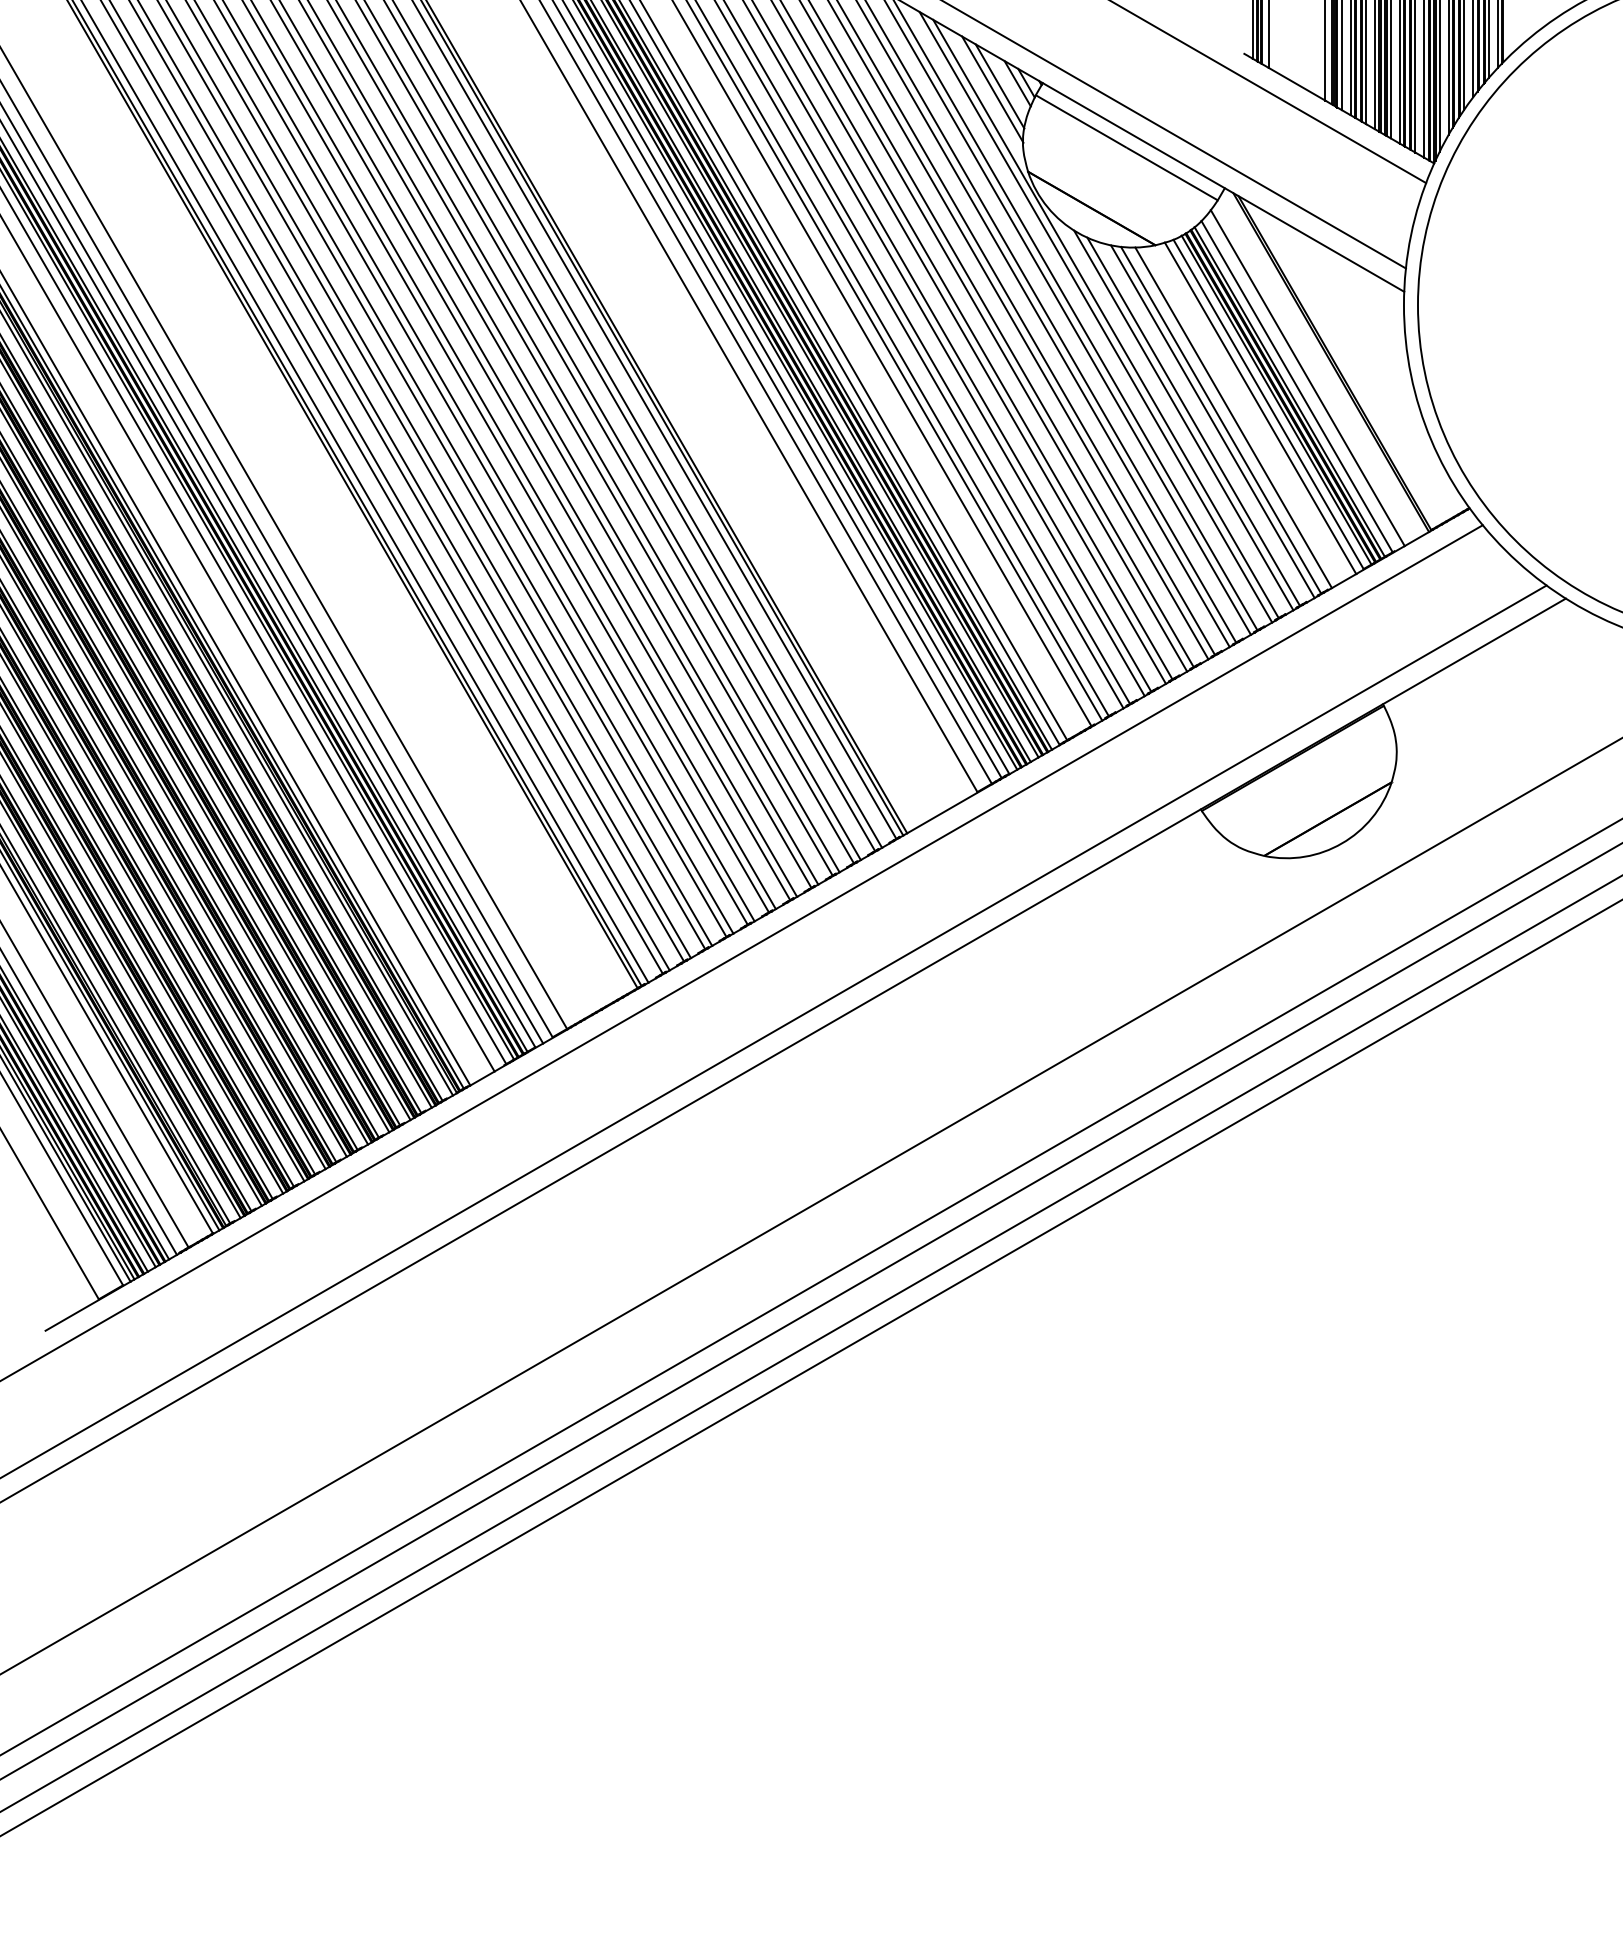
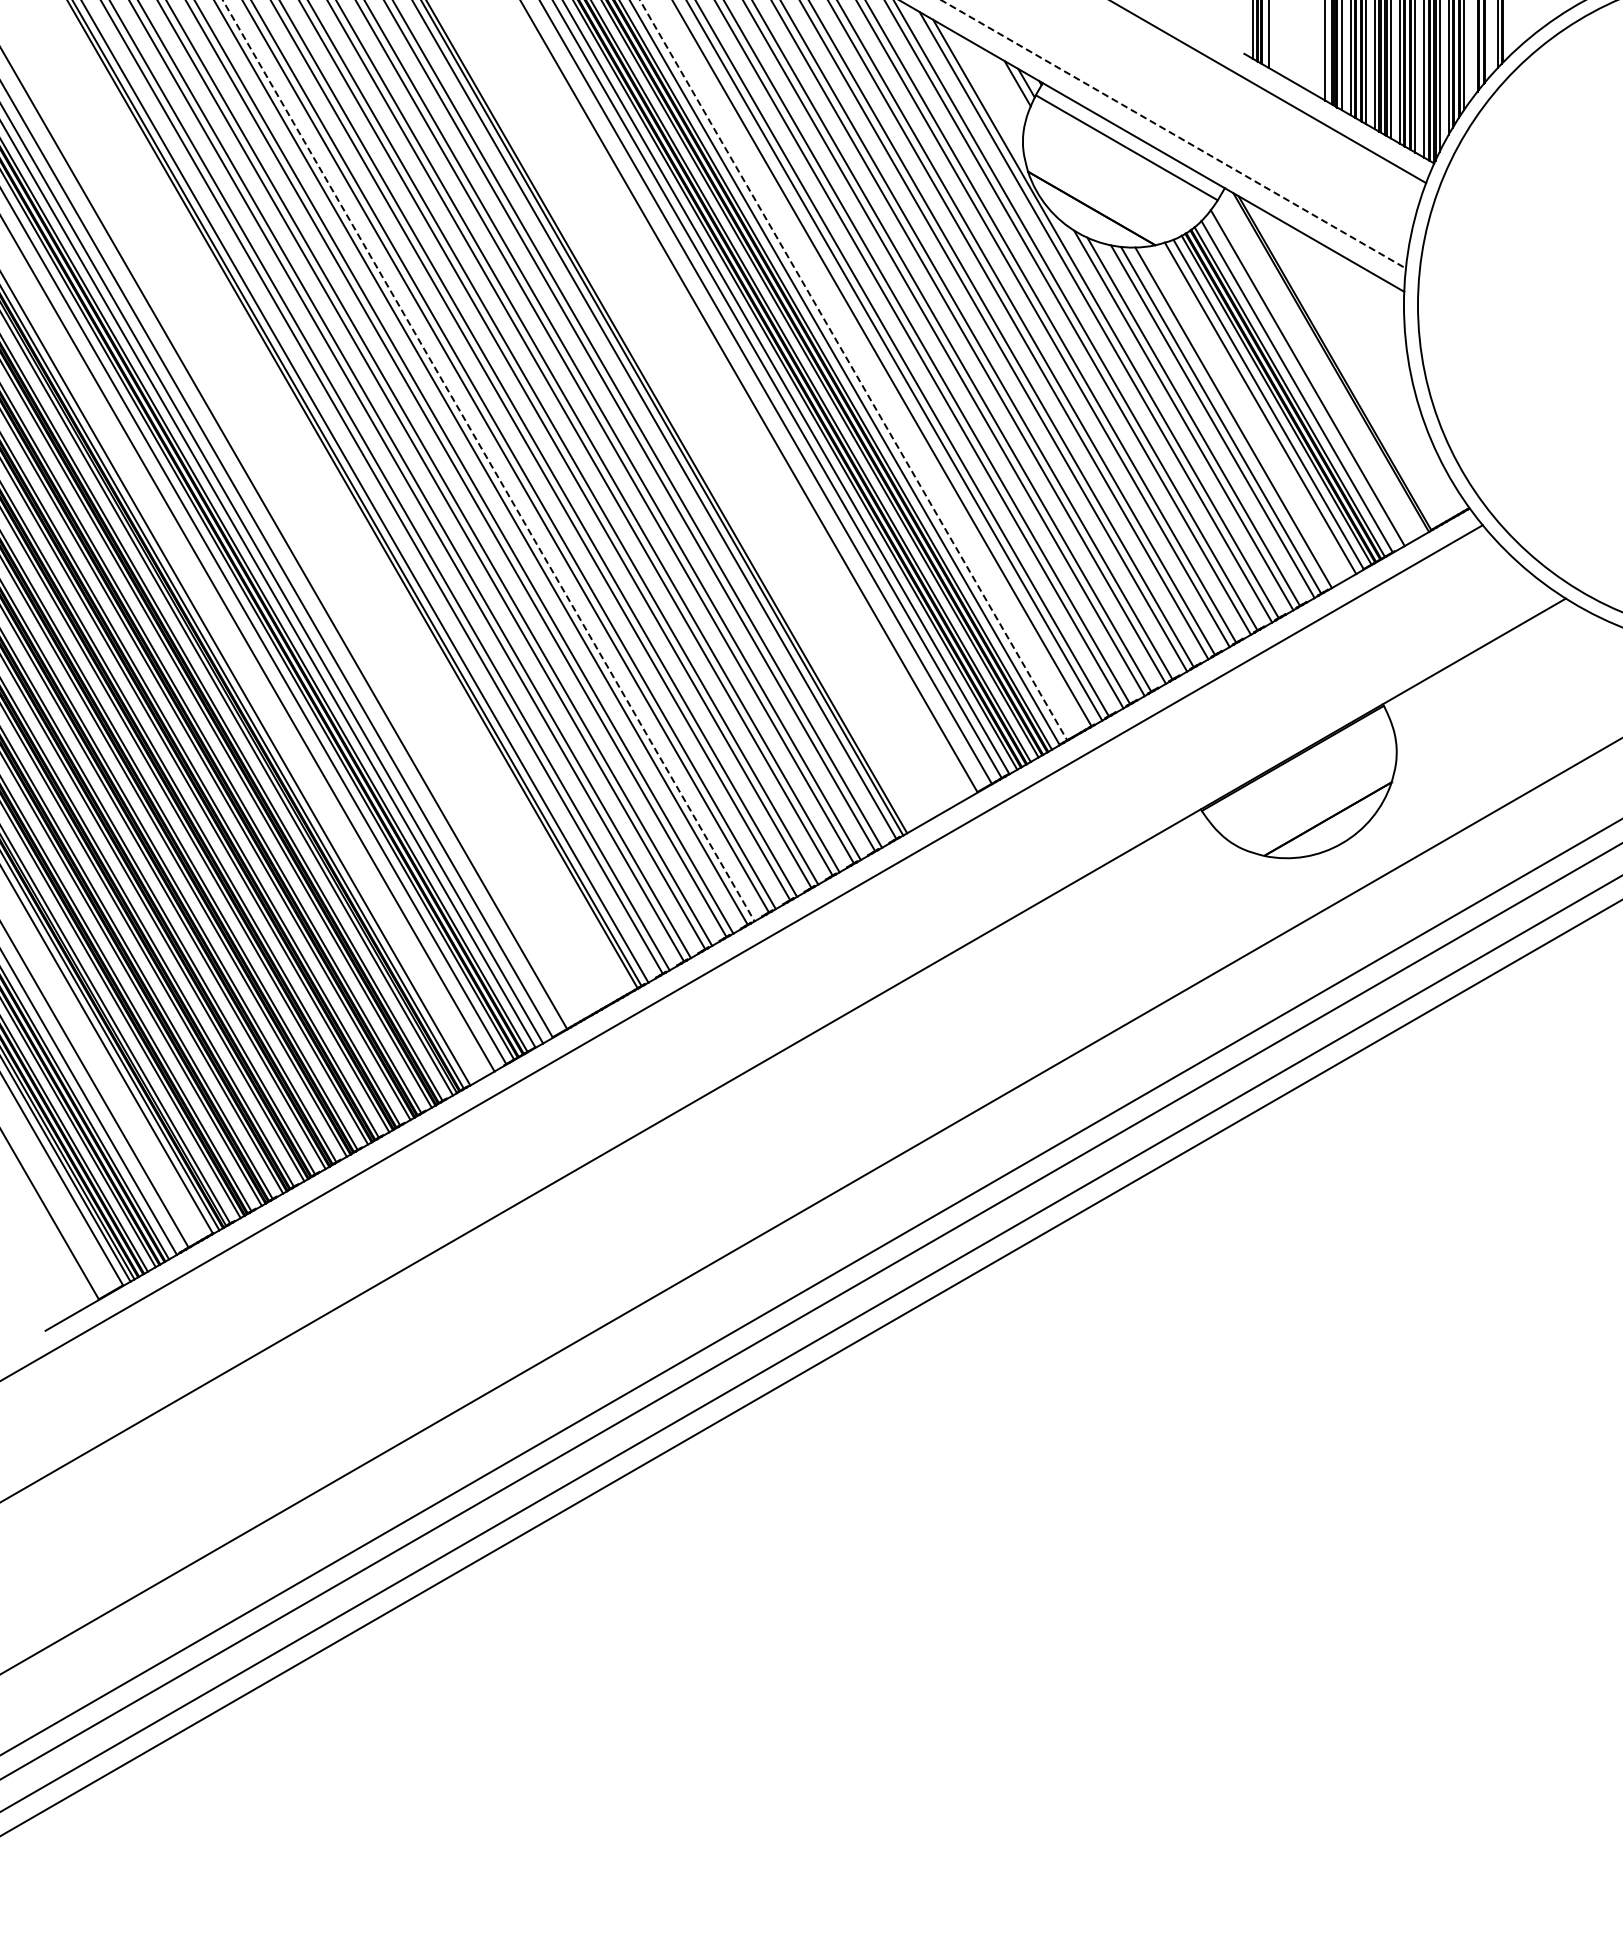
line at (1488, 39): present -> none
line at (1473, 49): present -> none
line at (999, 86): present -> none
line at (992, 89): present -> none
line at (1173, 134): solid -> dashed
line at (853, 370): solid -> dashed
line at (488, 460): solid -> dashed
line at (774, 1031): present -> none
